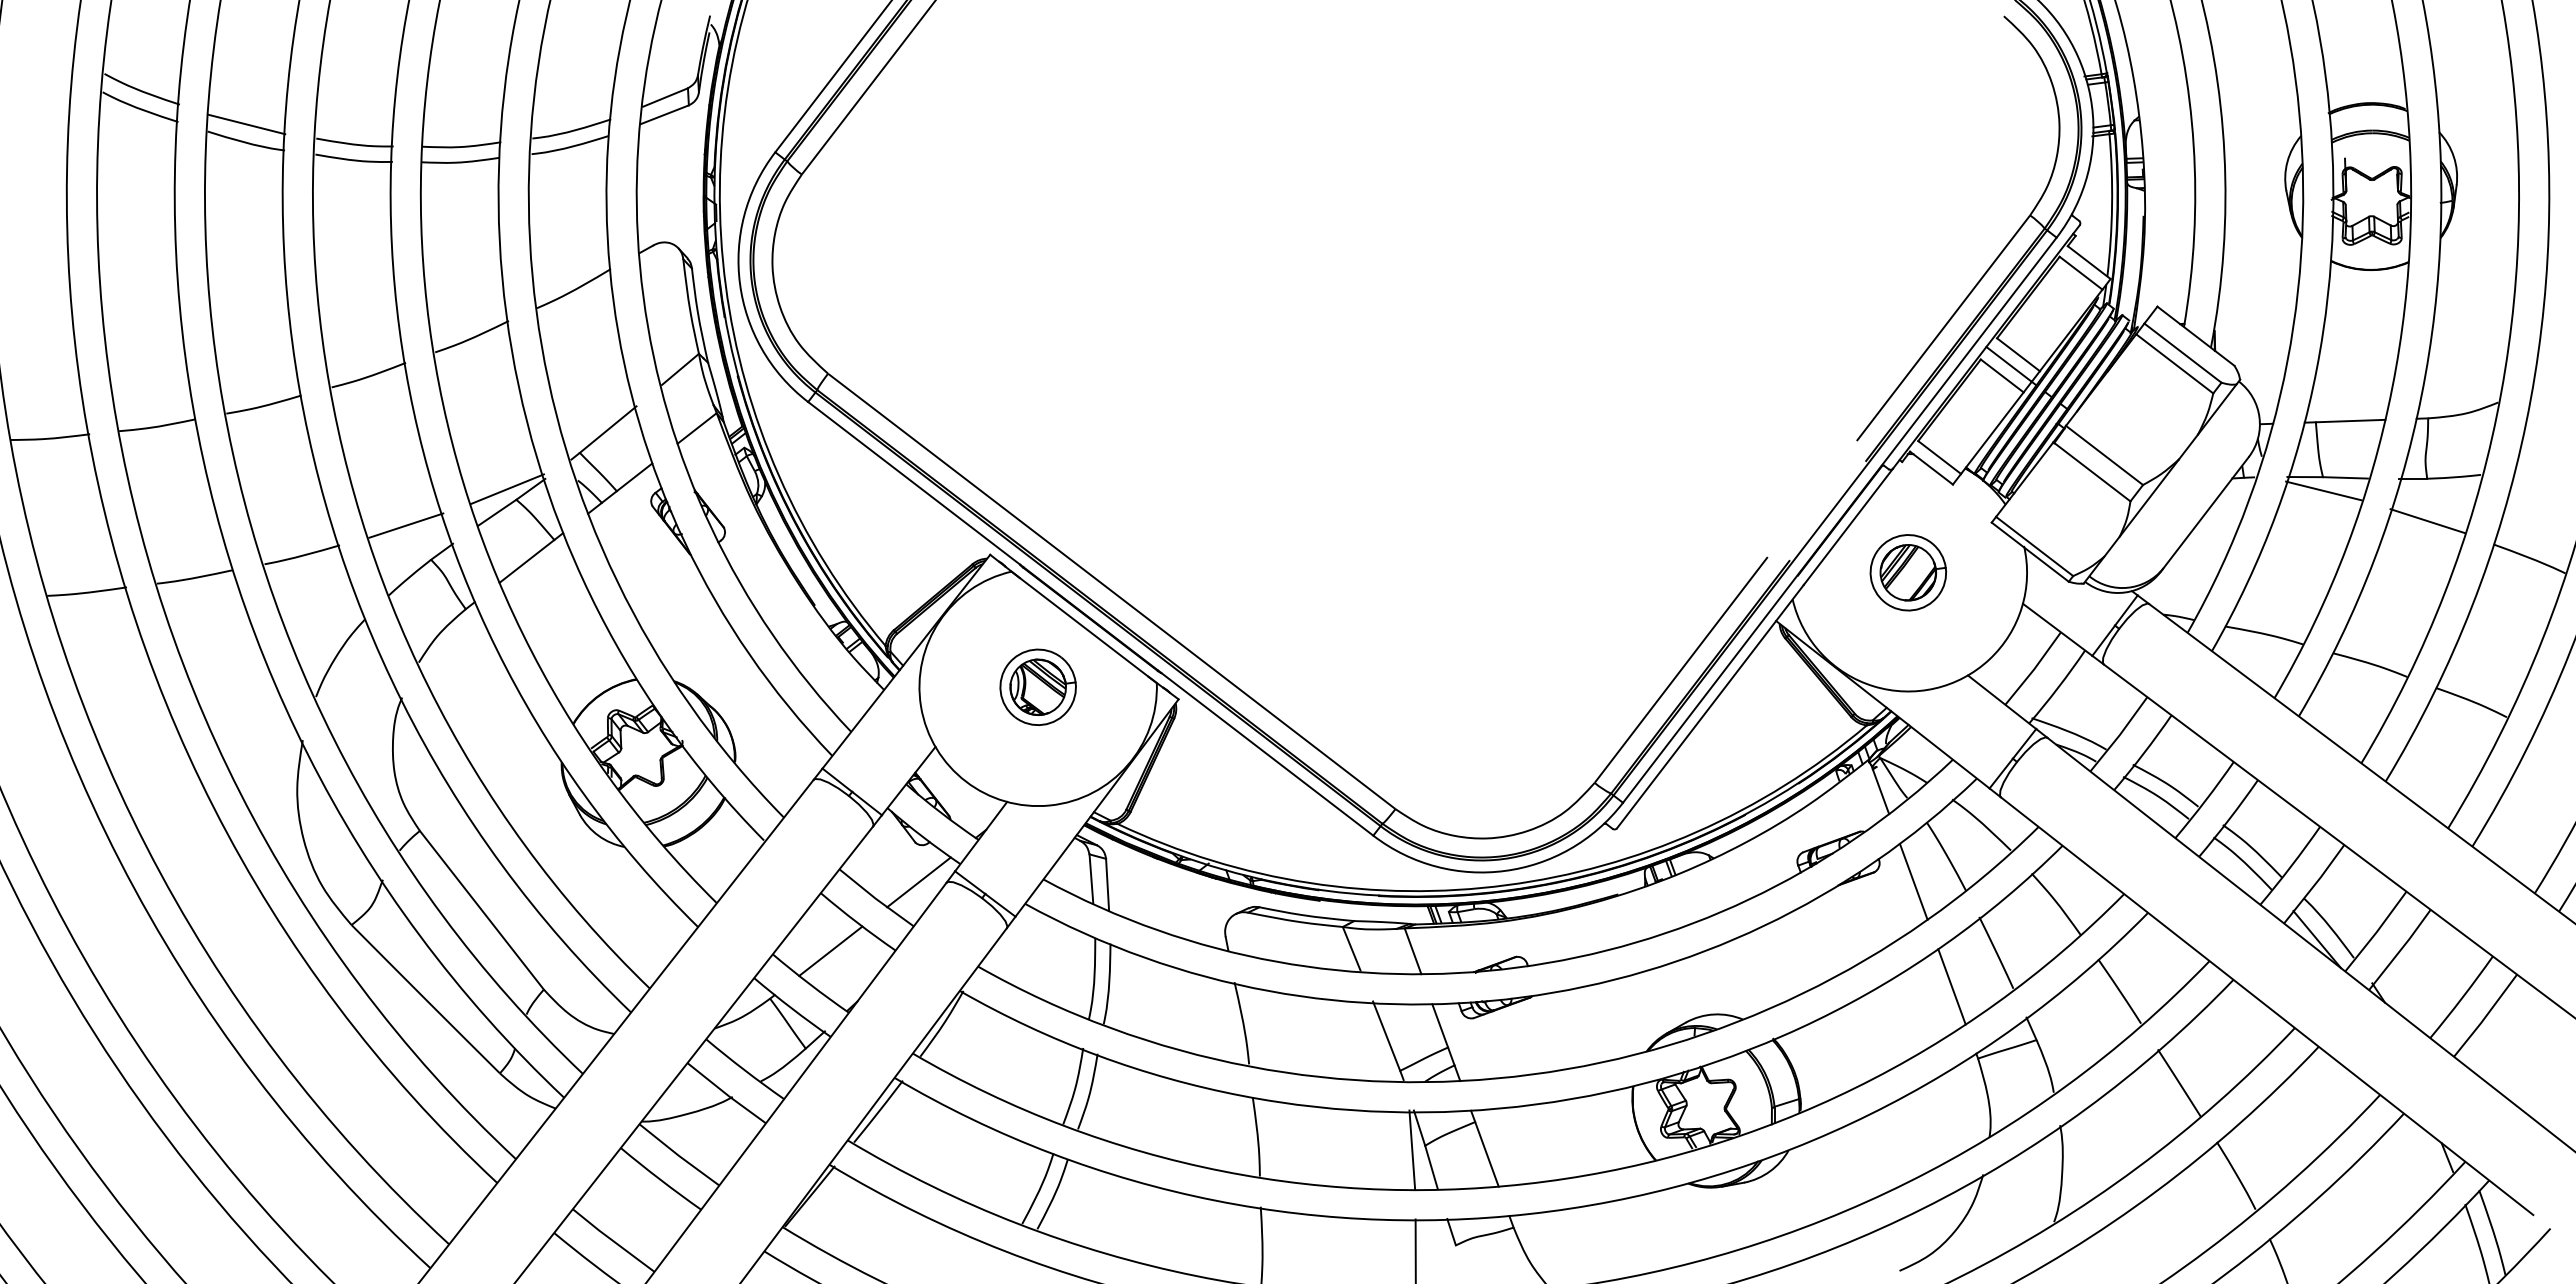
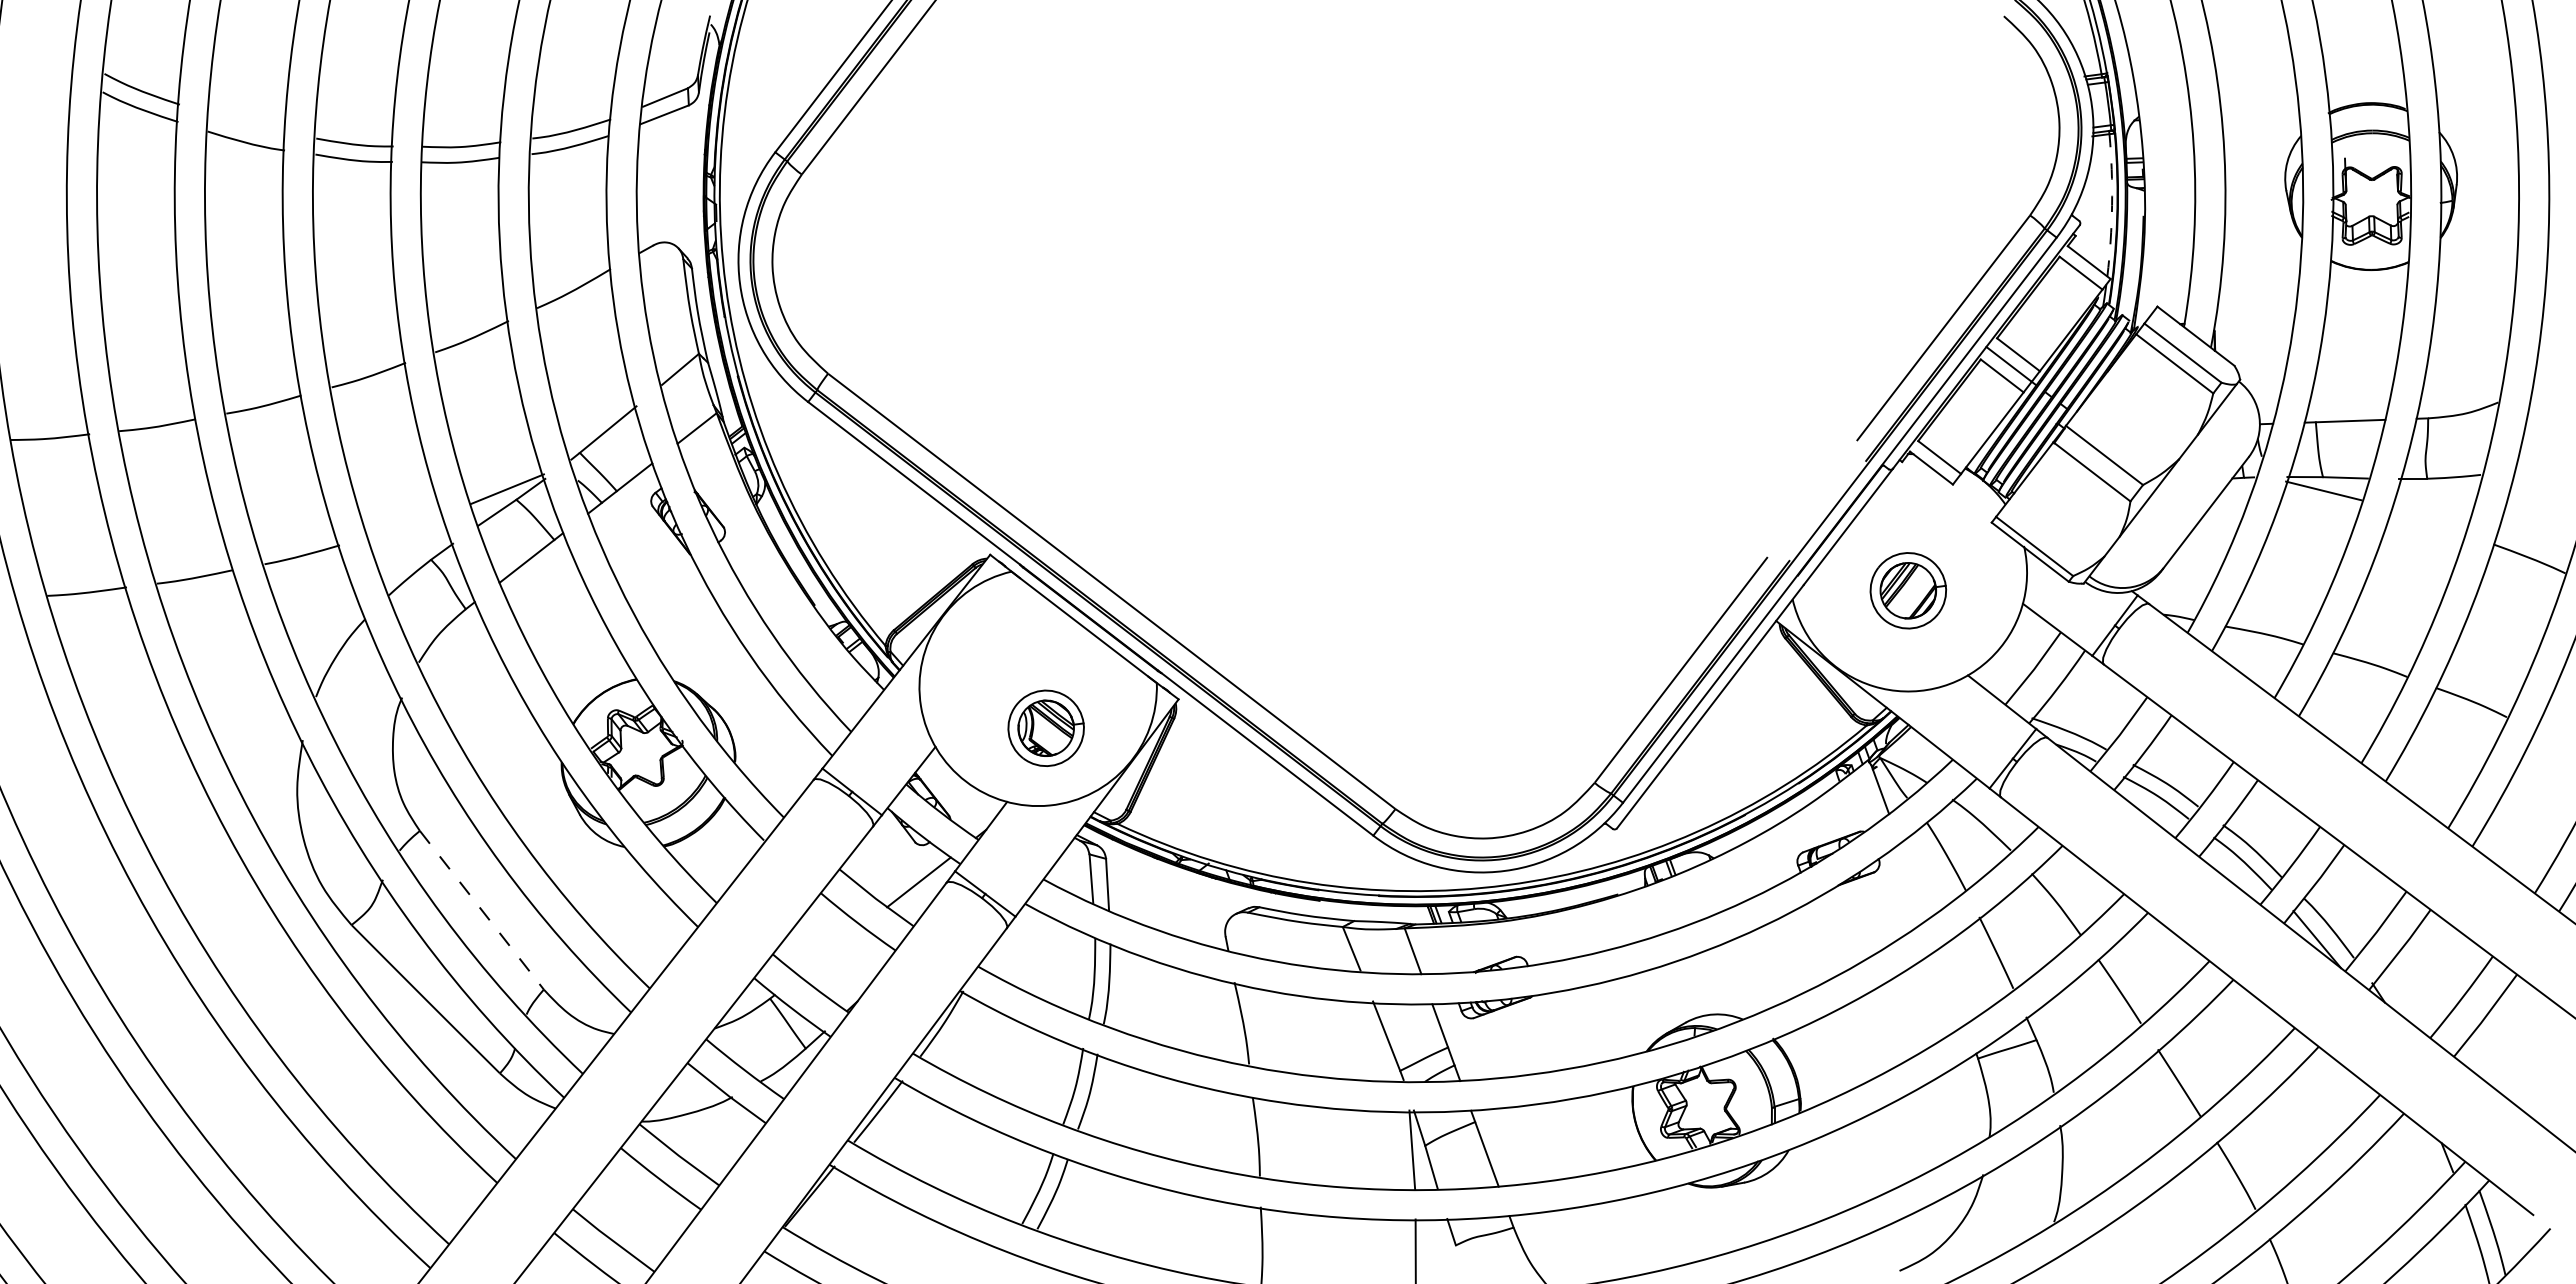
line at (246, 124): present -> none
arc at (2112, 205): solid -> dashed
line at (2427, 521): present -> none
line at (406, 525): present -> none
part at (1908, 572) position: (1908, 572) -> (1908, 590)
part at (1037, 686) position: (1037, 686) -> (1045, 727)
line at (1913, 881): present -> none
line at (481, 910): solid -> dashed
line at (830, 950): present -> none
line at (1951, 986): present -> none
